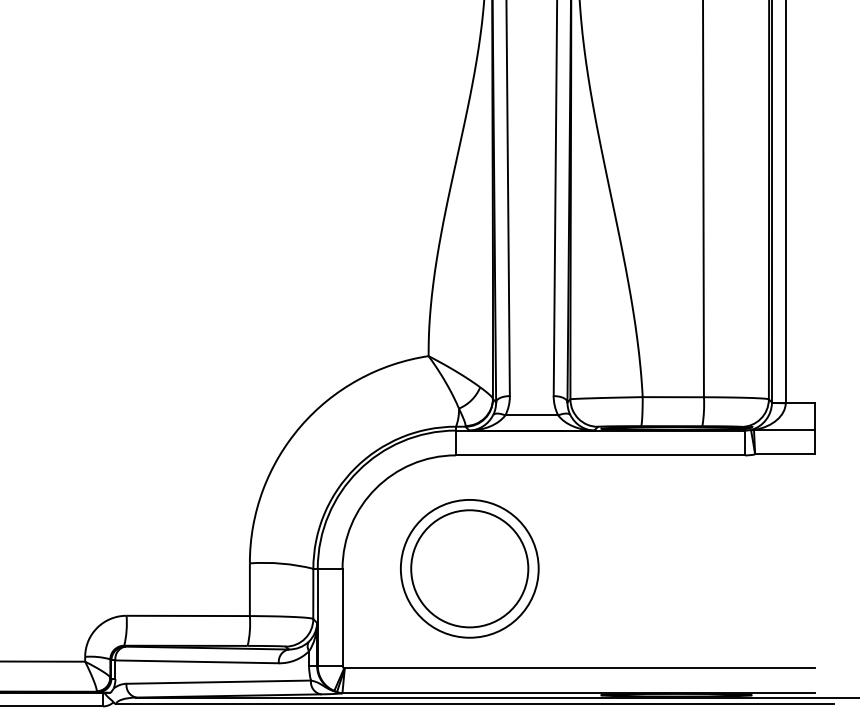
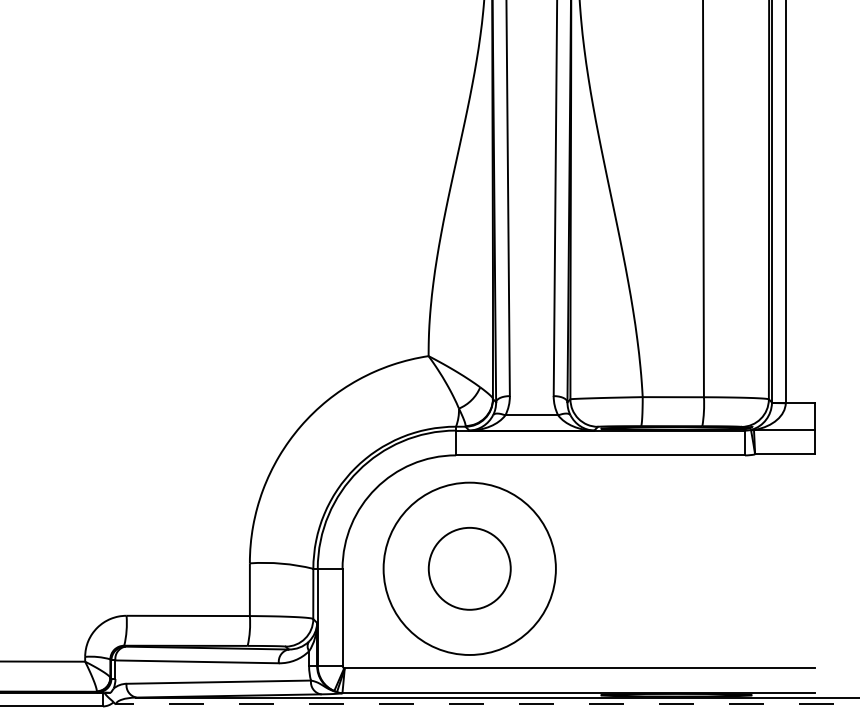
circle at (469, 568) diameter: 117 px -> 82 px
circle at (469, 568) diameter: 138 px -> 172 px
line at (474, 704): solid -> dashed
